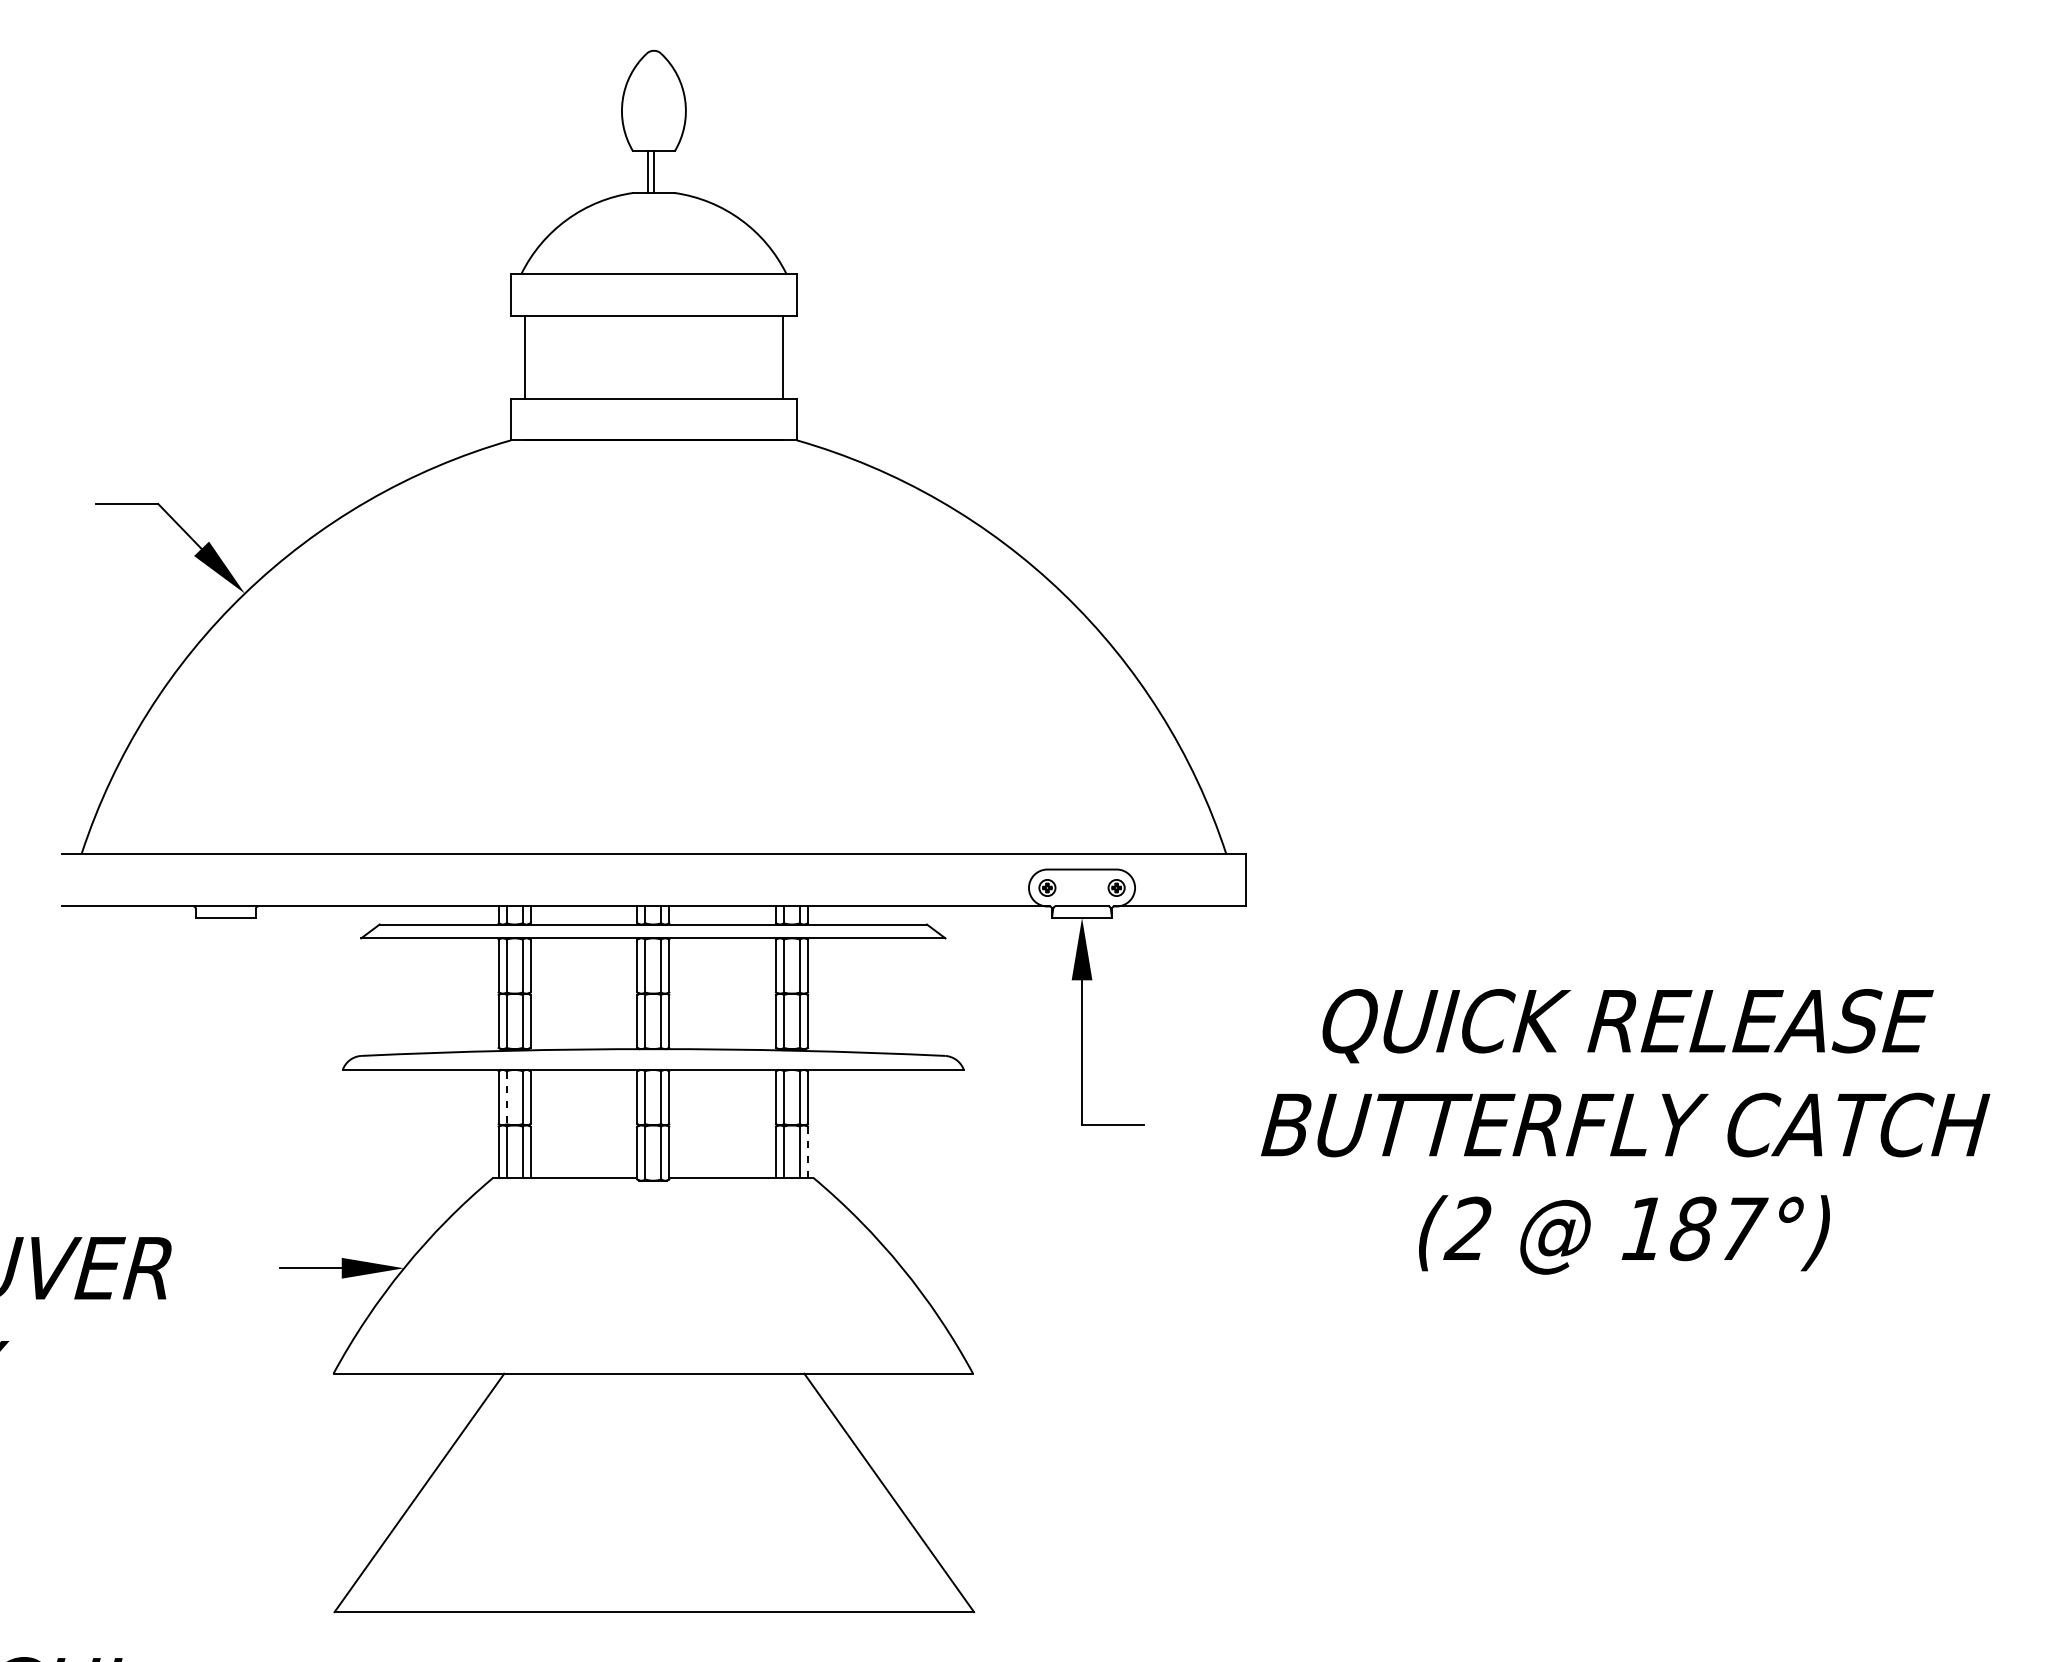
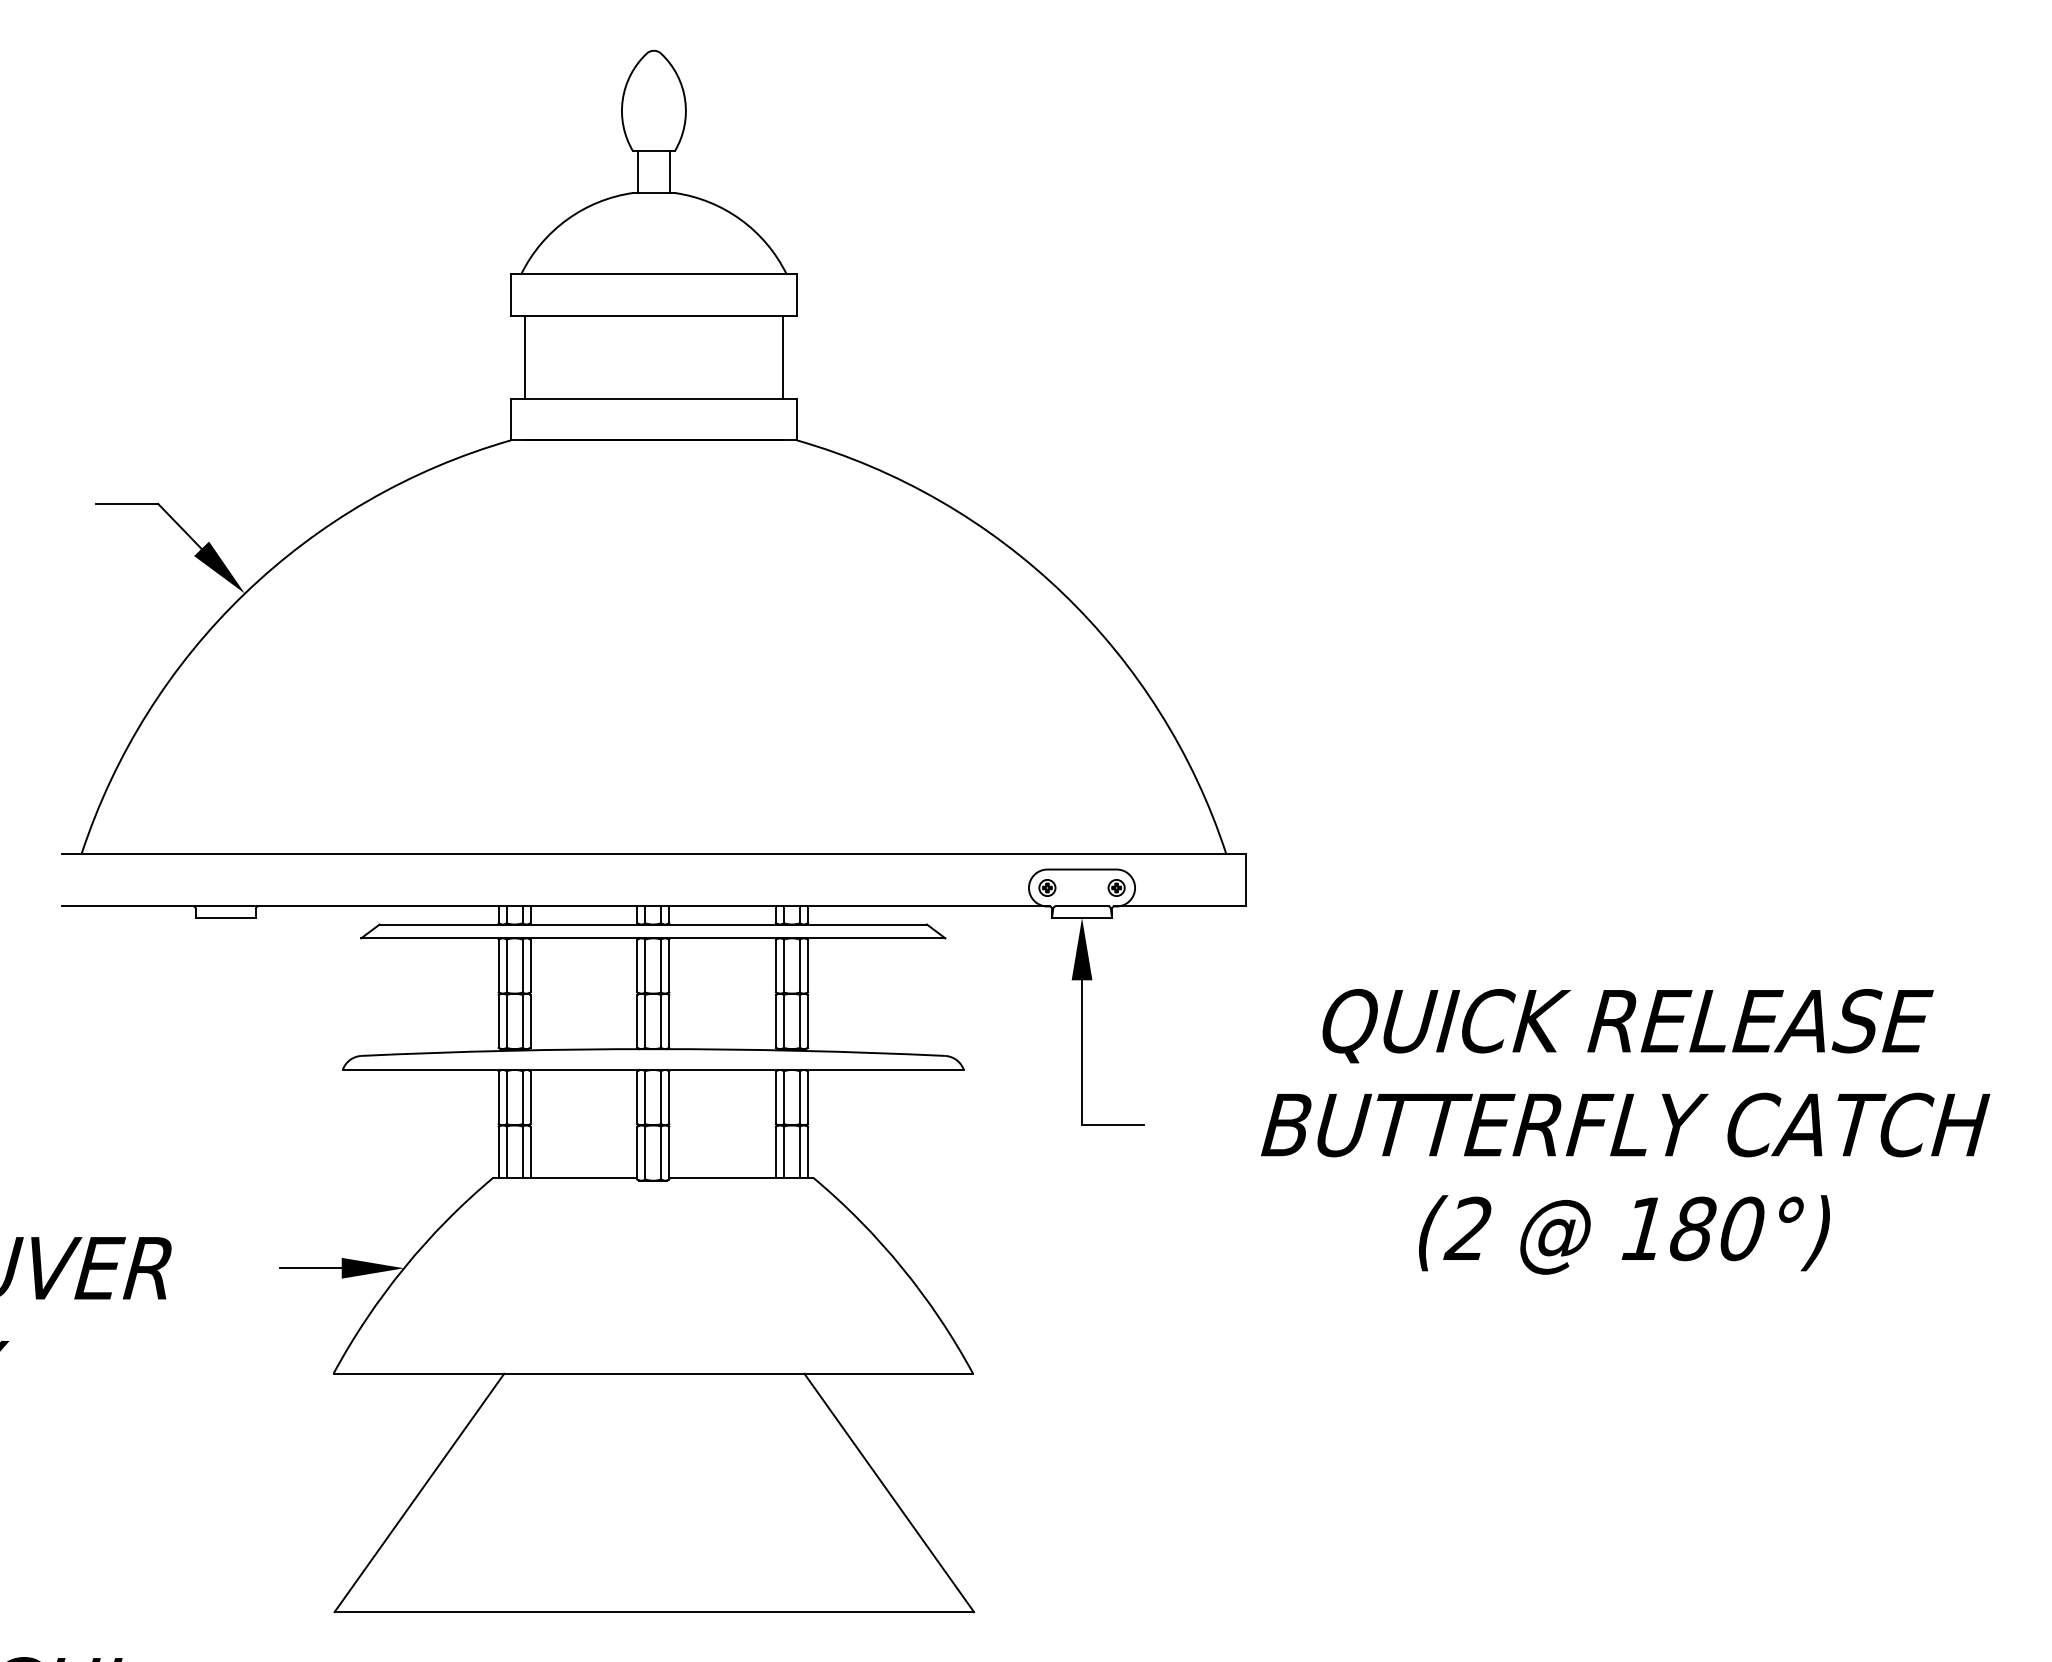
line at (647, 172) position: (647, 172) -> (669, 172)
line at (654, 172) position: (654, 172) -> (638, 172)
line at (506, 1098): dashed -> solid
line at (807, 1152): dashed -> solid
text at (1744, 1228): 187°) -> 180°)
